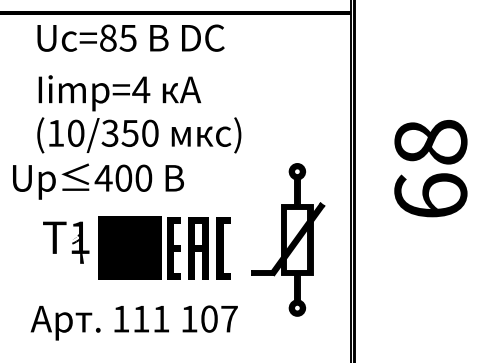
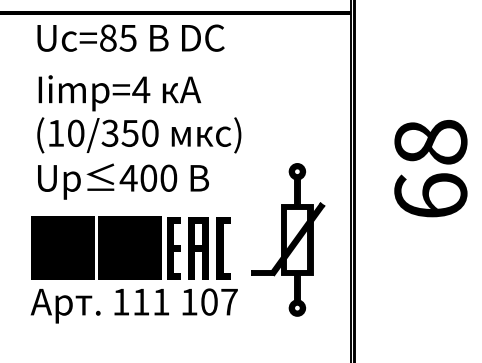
text at (98, 181) position: (98, 181) -> (123, 181)
fill at (53, 247): none -> present
fill at (63, 247): none -> present
text at (133, 322) position: (133, 322) -> (133, 305)
